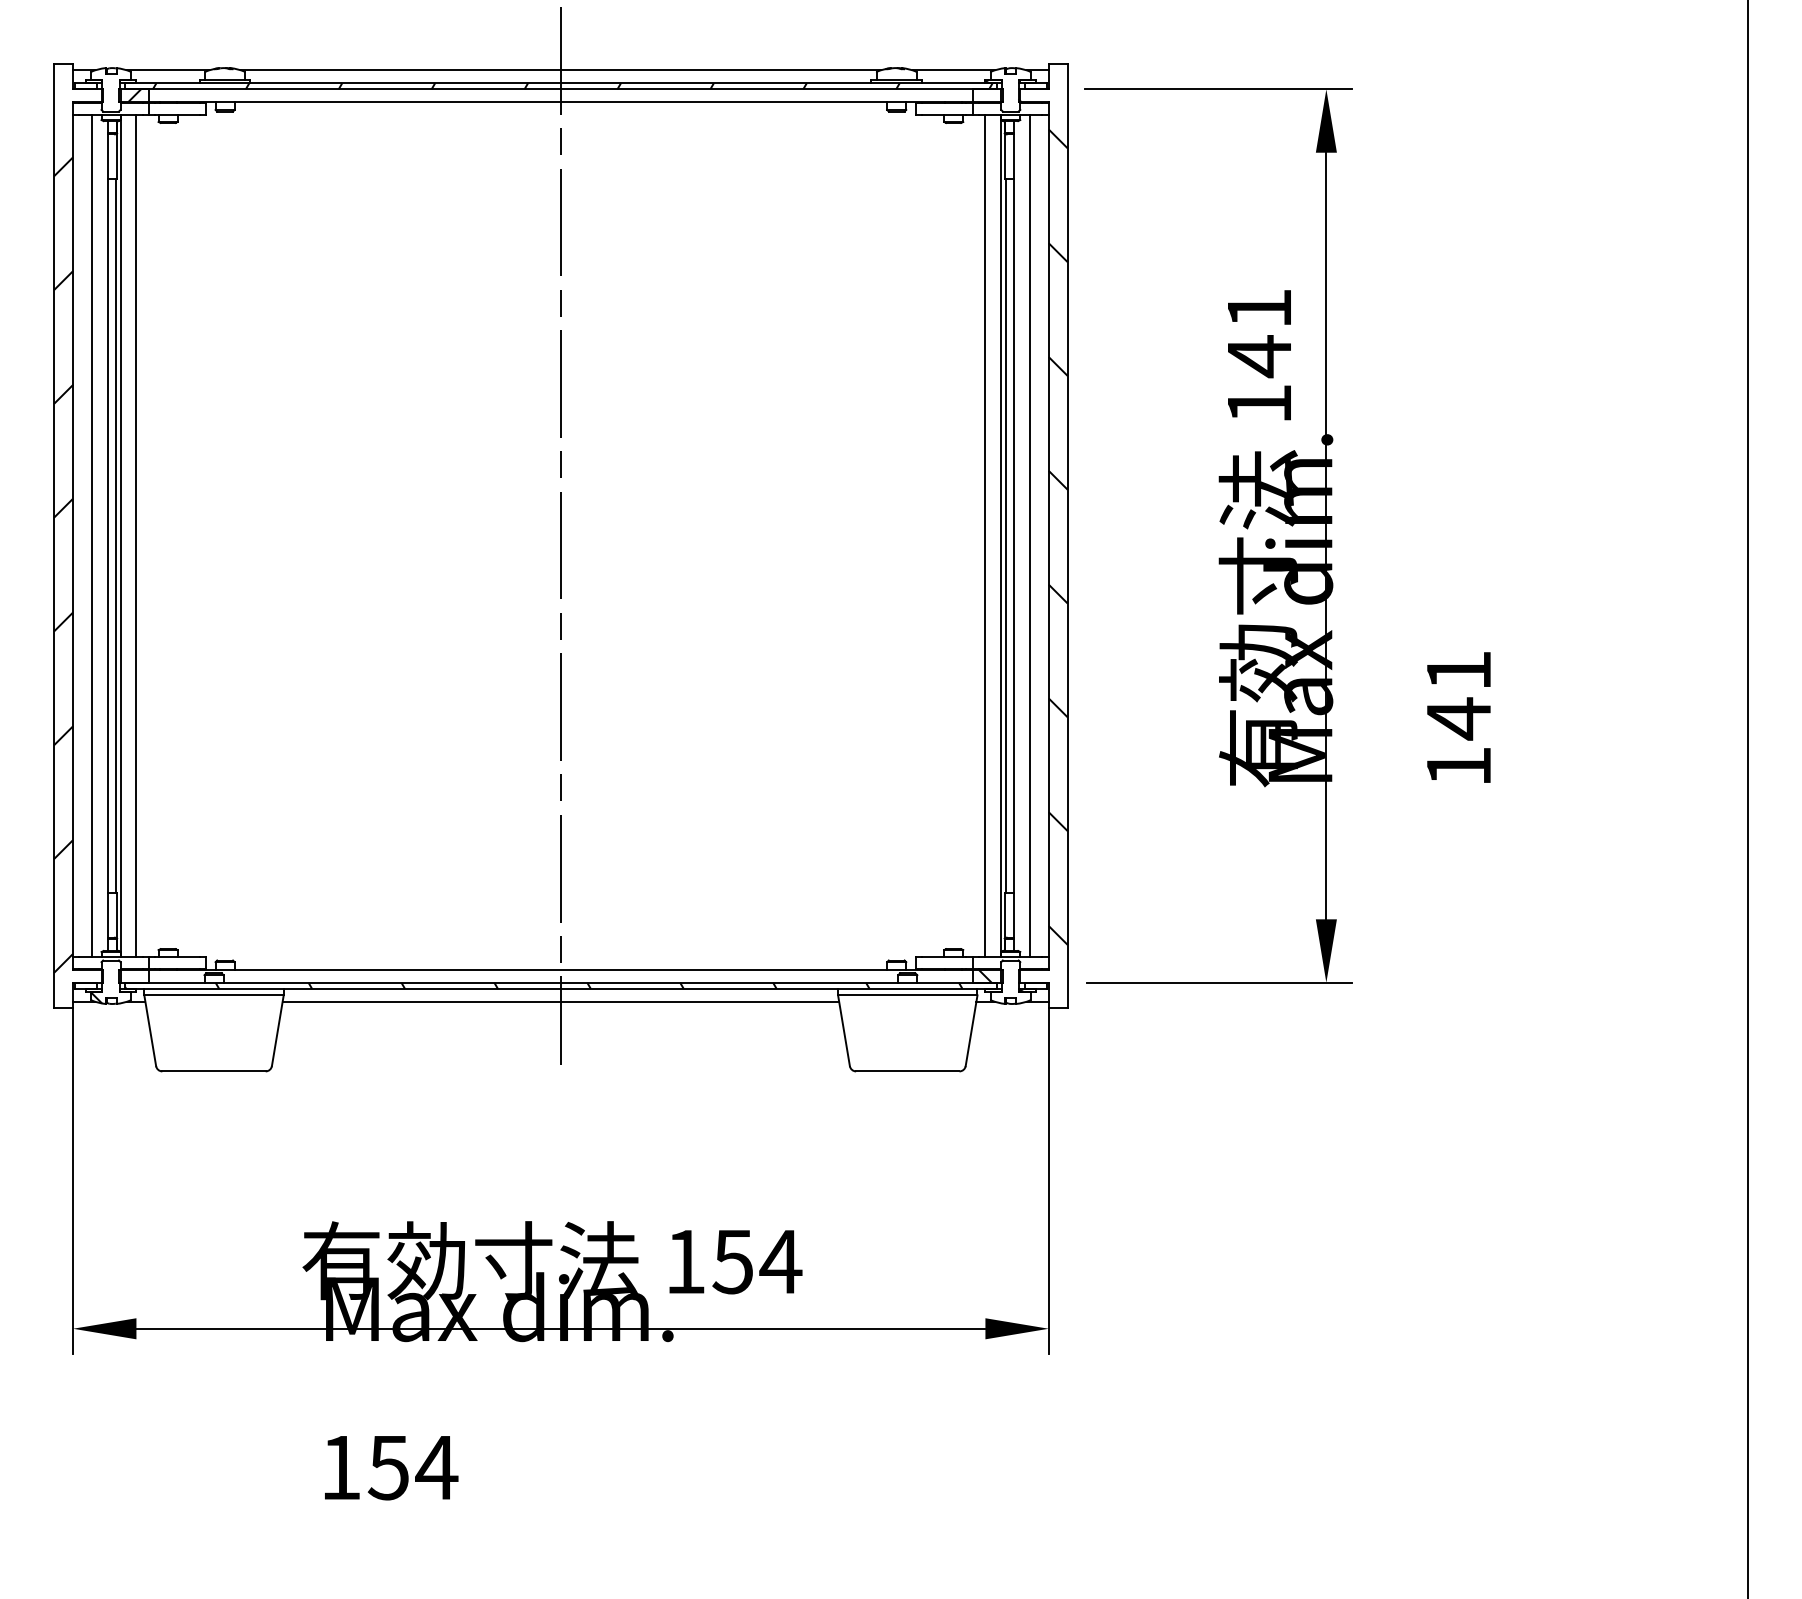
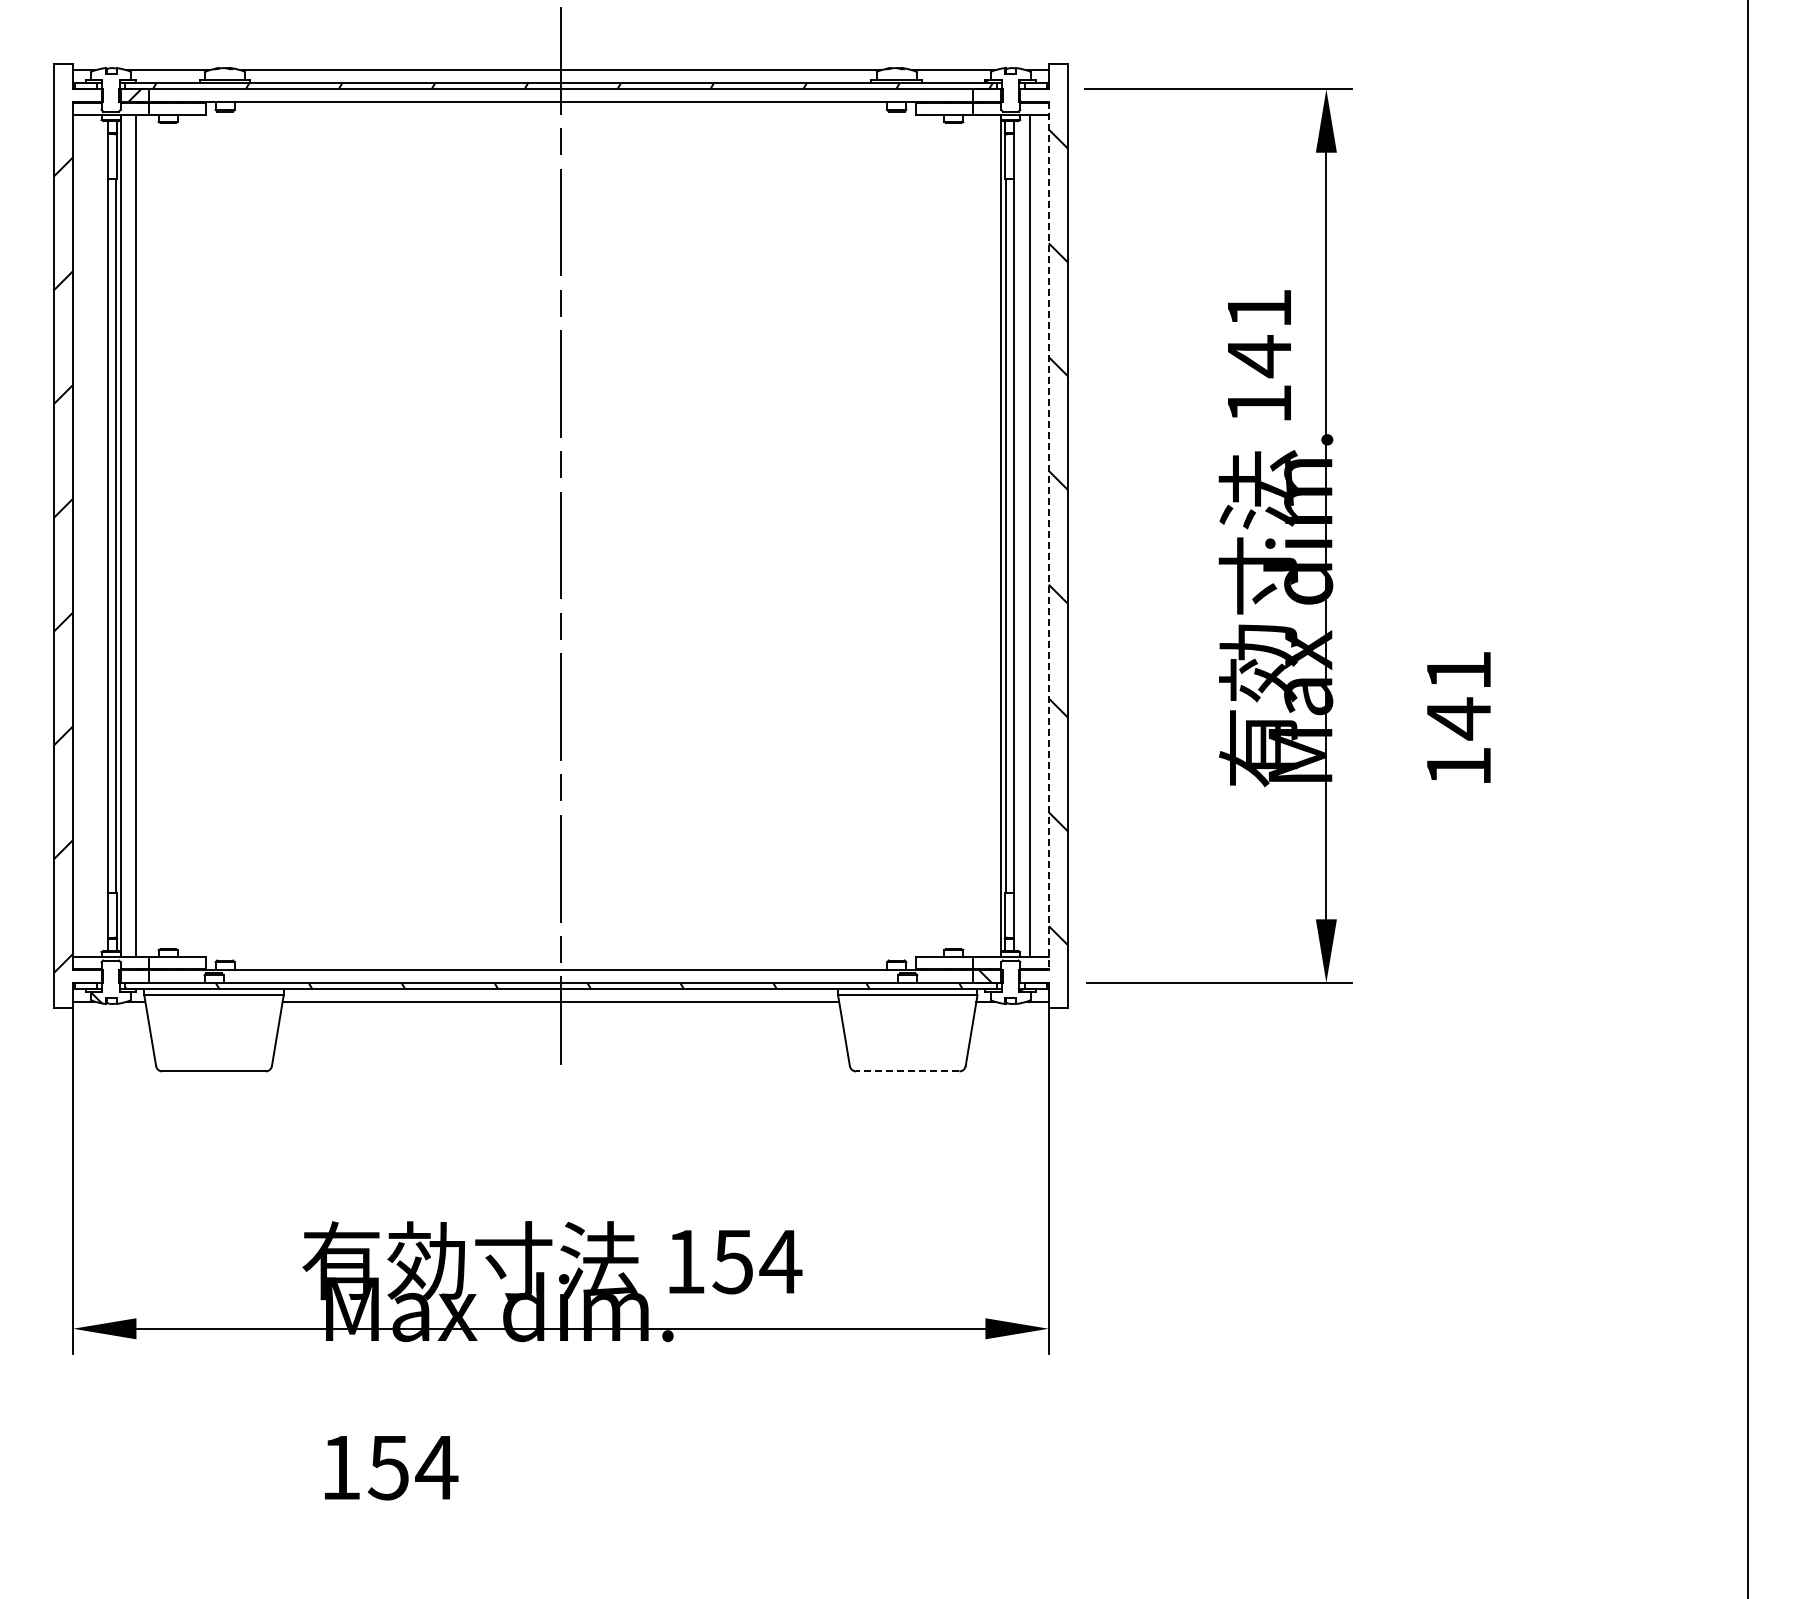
line at (92, 535): present -> none
line at (985, 535): present -> none
line at (1048, 536): solid -> dashed
line at (907, 1071): solid -> dashed
